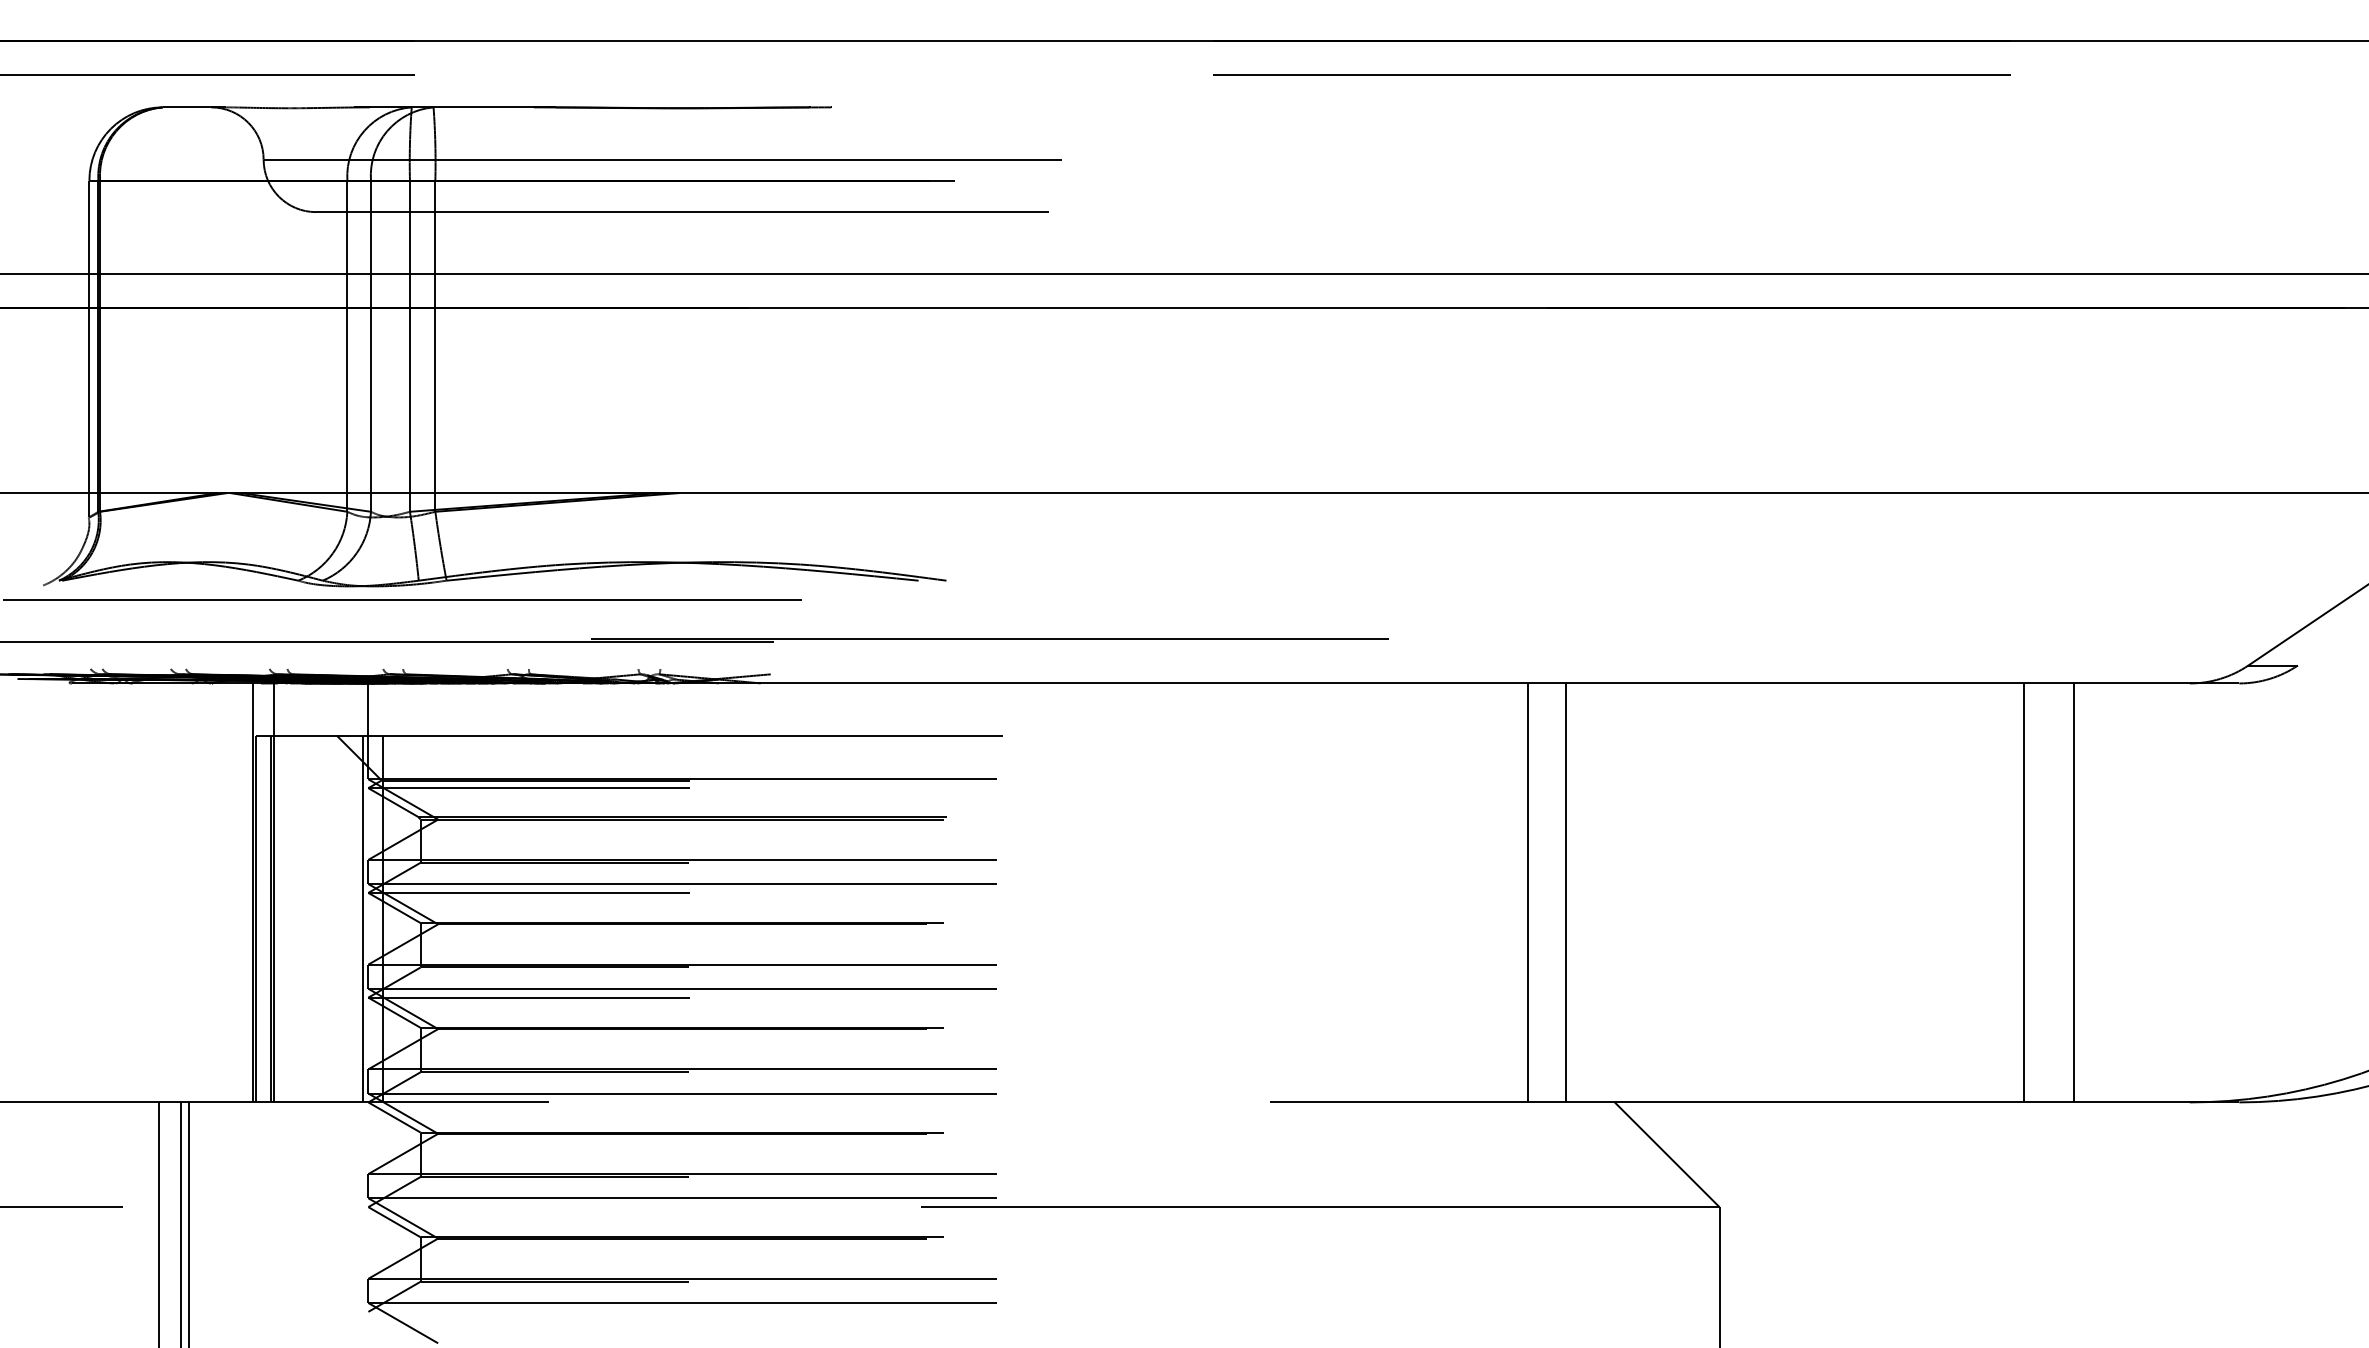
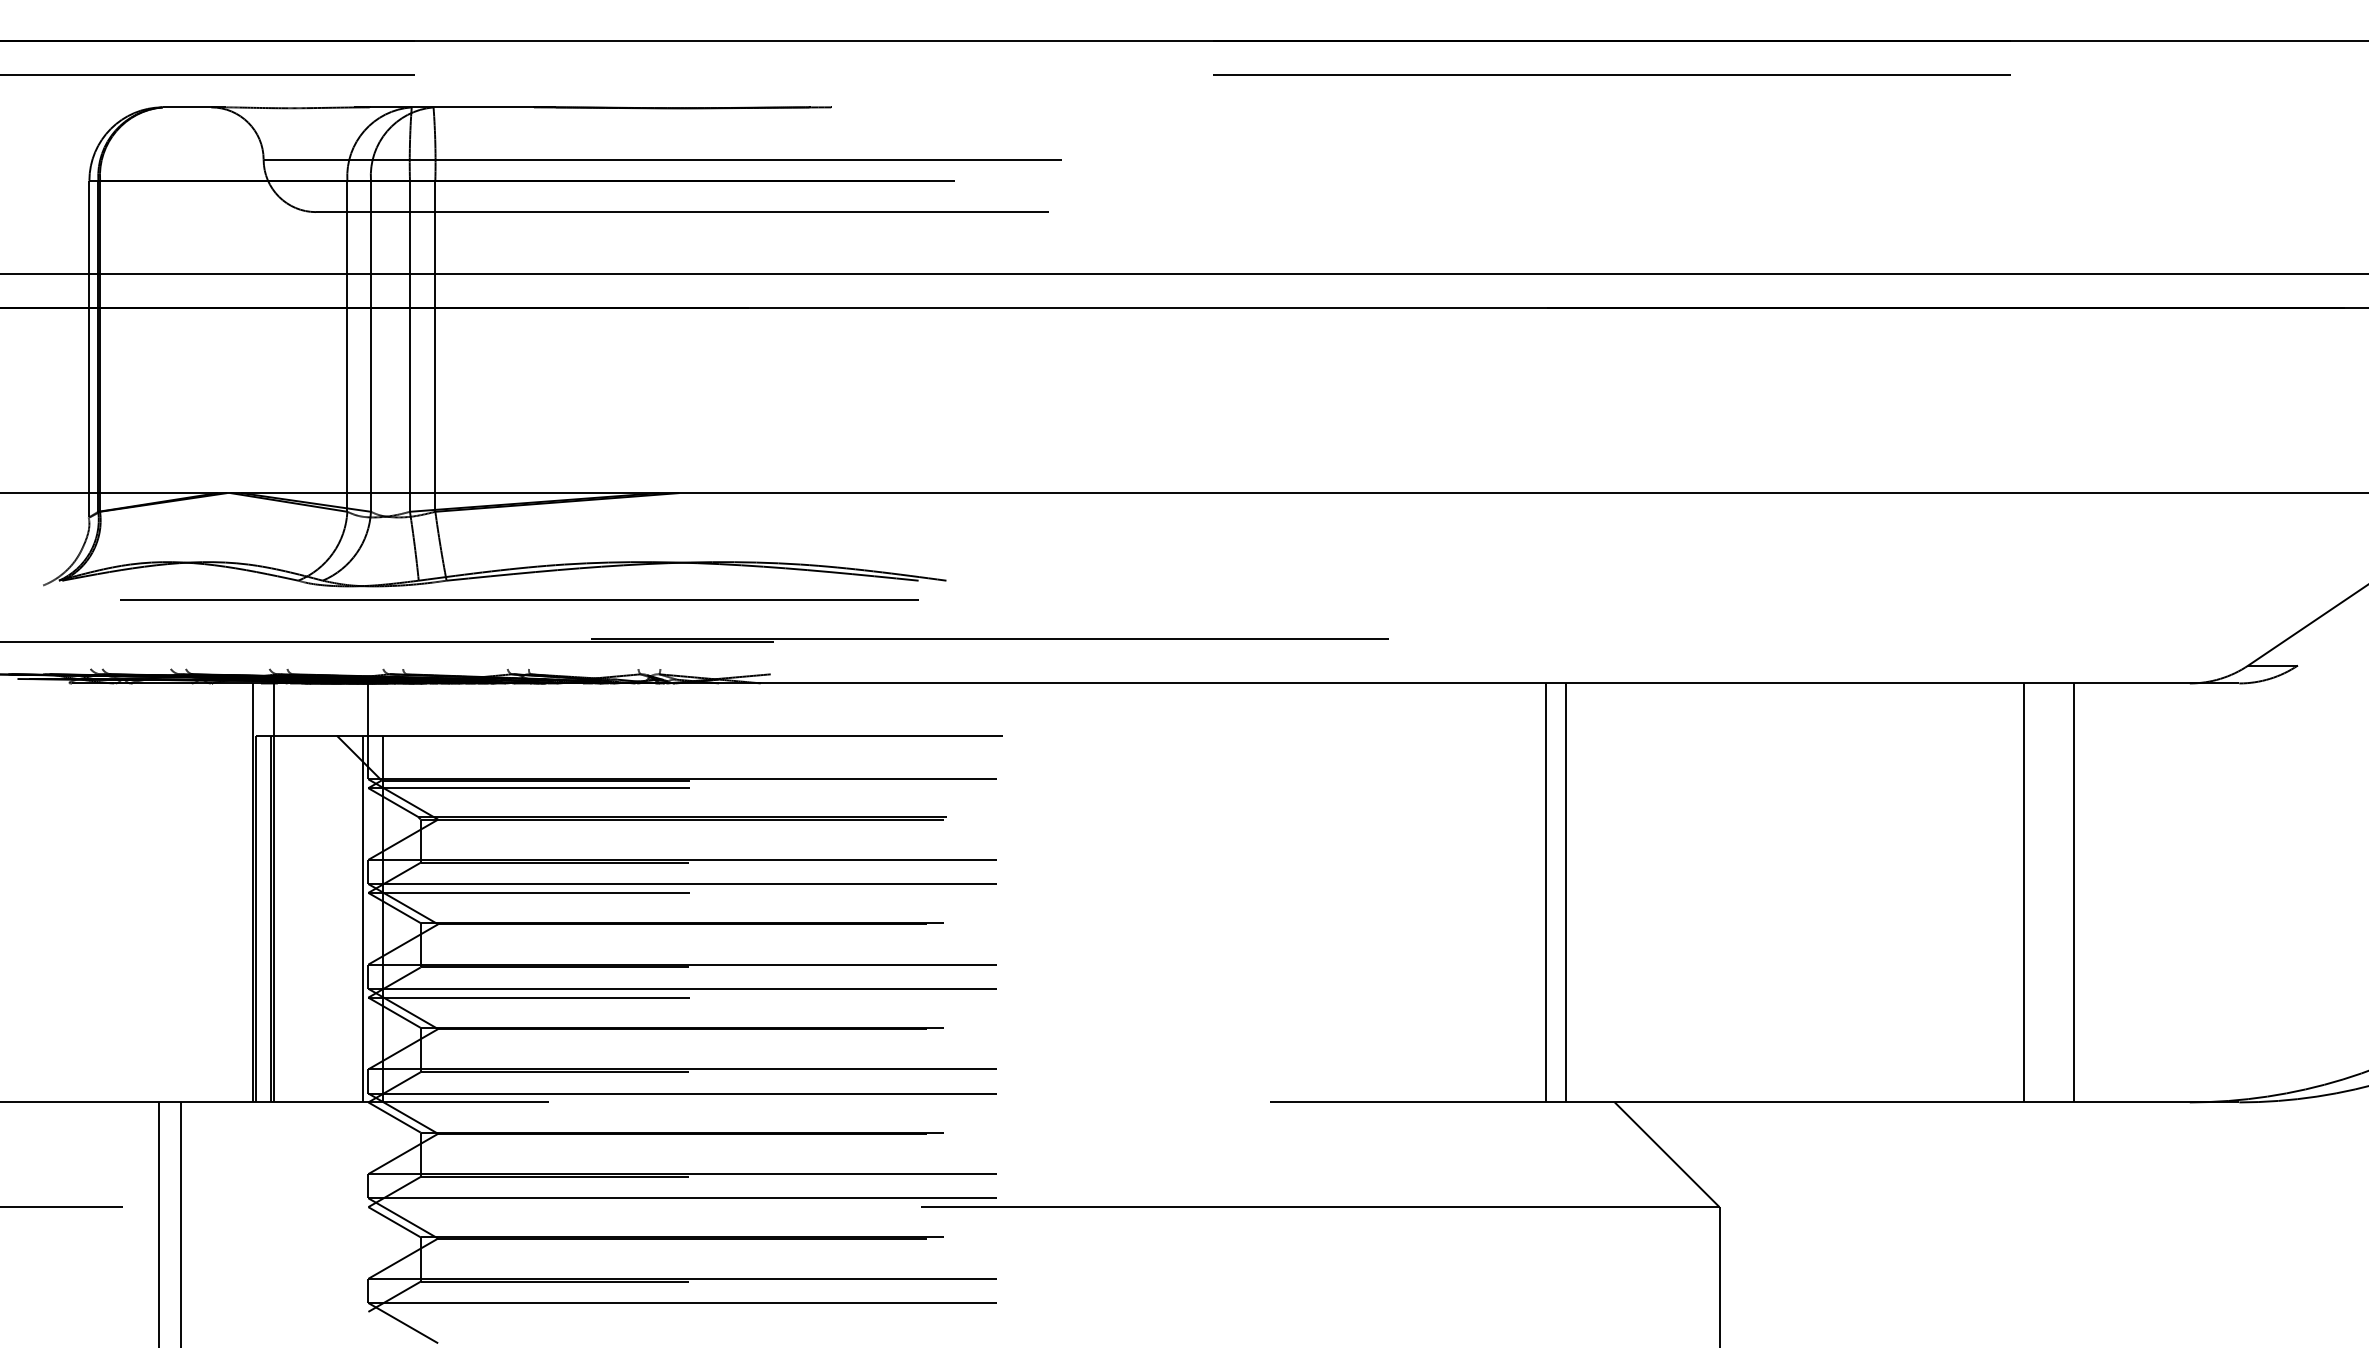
line at (402, 599) position: (402, 599) -> (519, 599)
line at (1527, 892) position: (1527, 892) -> (1545, 892)
line at (189, 1223): present -> none
